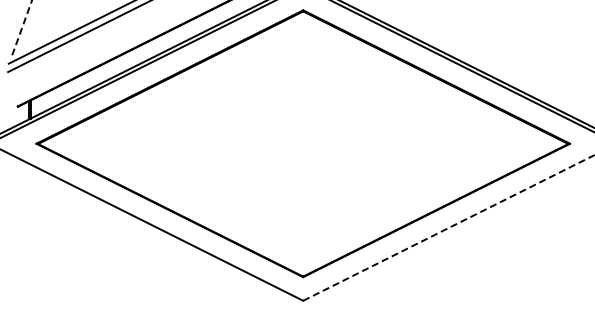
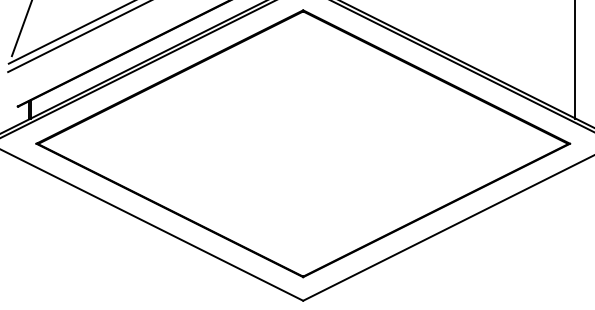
line at (21, 28): dashed -> solid
line at (575, 60): none -> present
line at (449, 227): dashed -> solid
